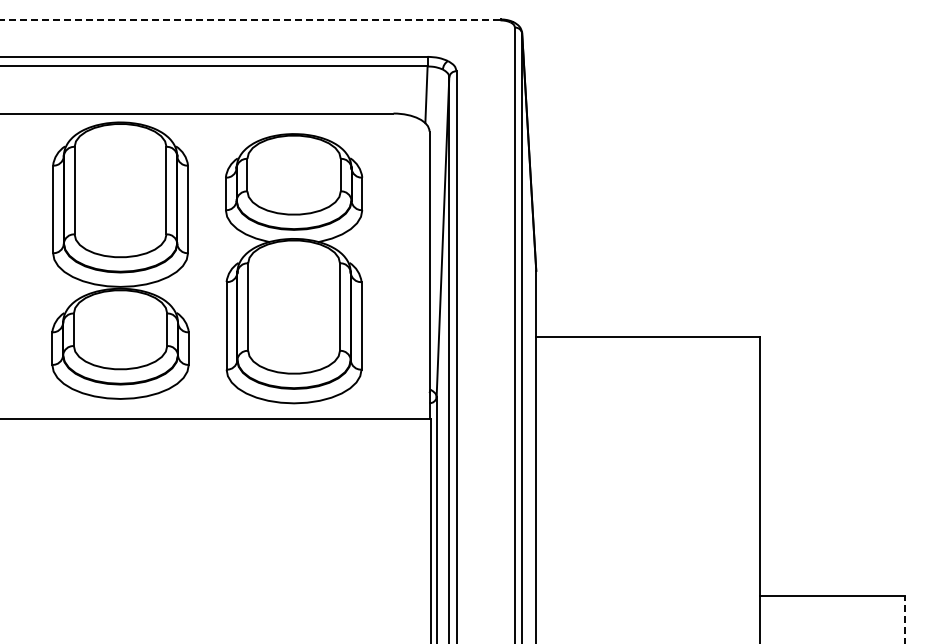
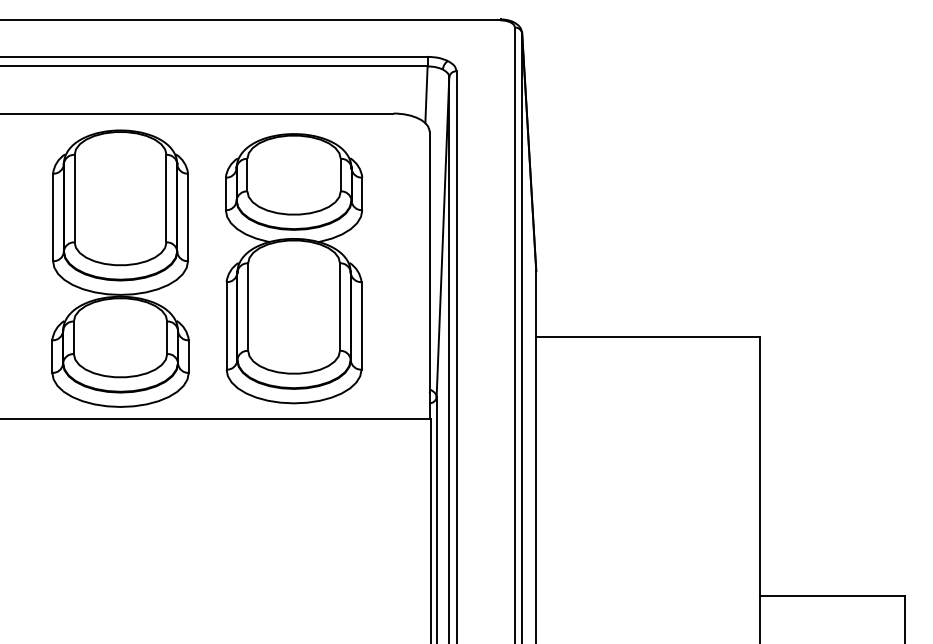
line at (250, 20): dashed -> solid
part at (120, 260) position: (120, 260) -> (120, 268)
line at (905, 619): dashed -> solid
